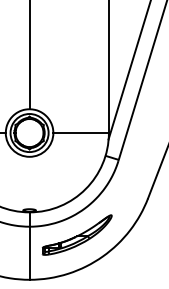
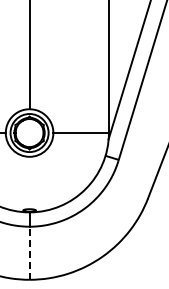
part at (76, 234): present -> none
line at (29, 253): solid -> dashed
